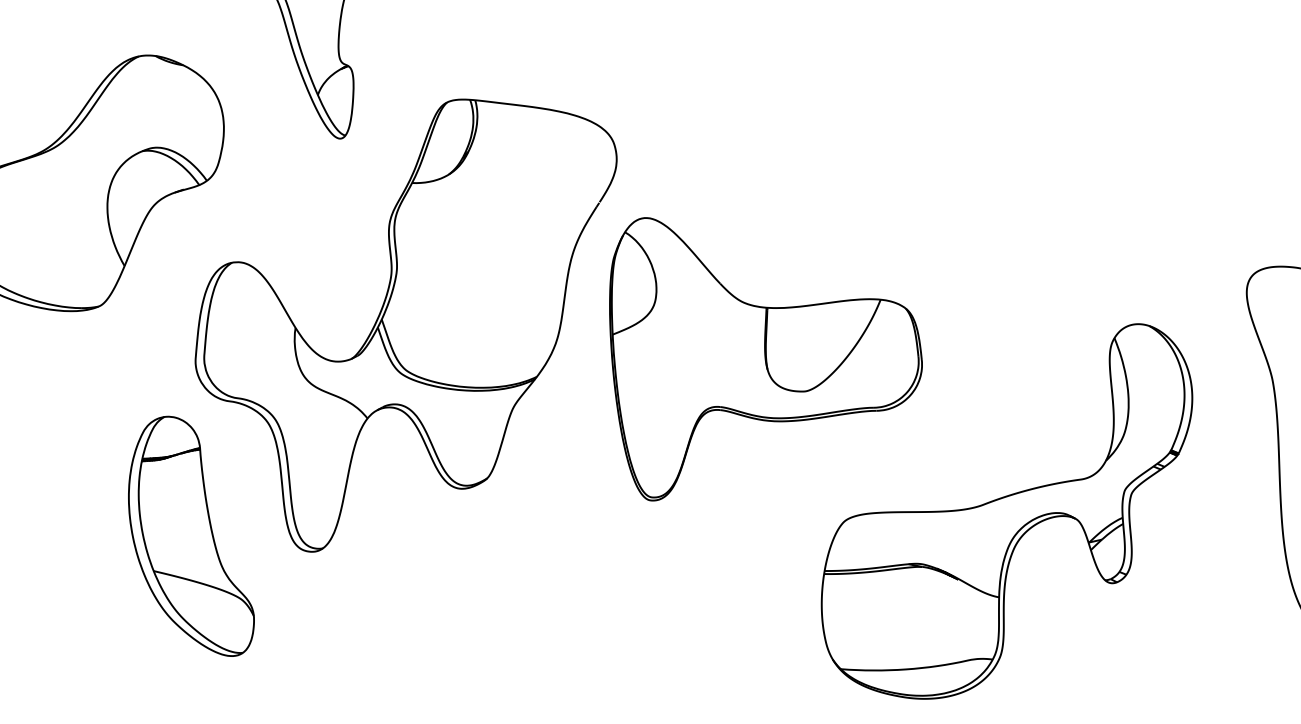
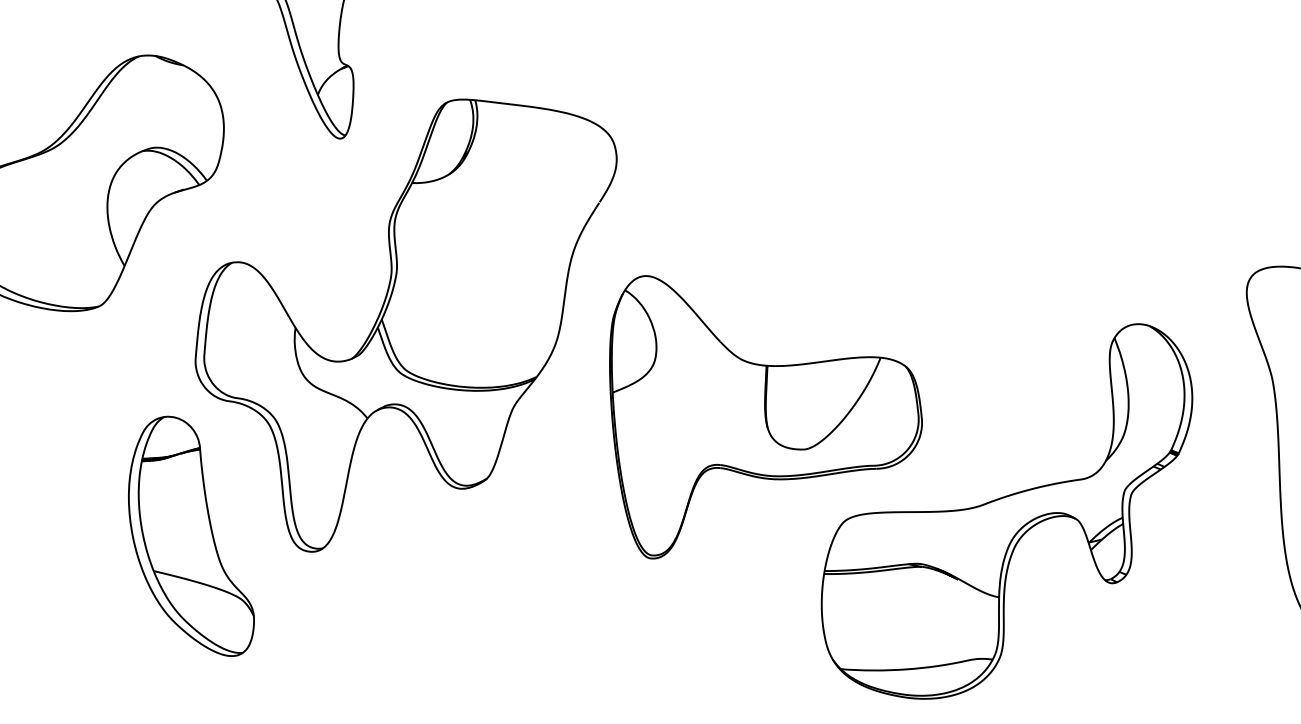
part at (765, 359) position: (765, 359) -> (765, 417)
